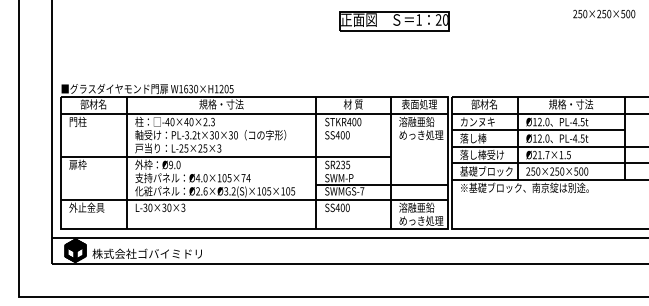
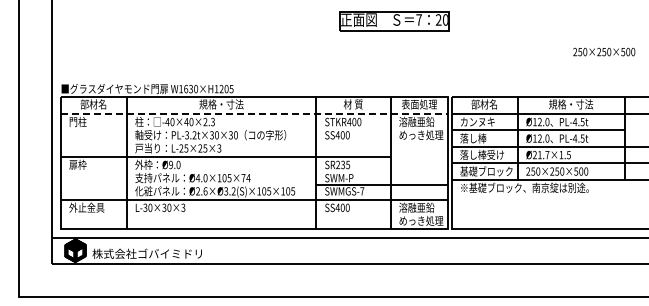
text at (604, 13) position: (604, 13) -> (604, 51)
text at (418, 19): 1 -> 7
line at (254, 113): solid -> dashed
